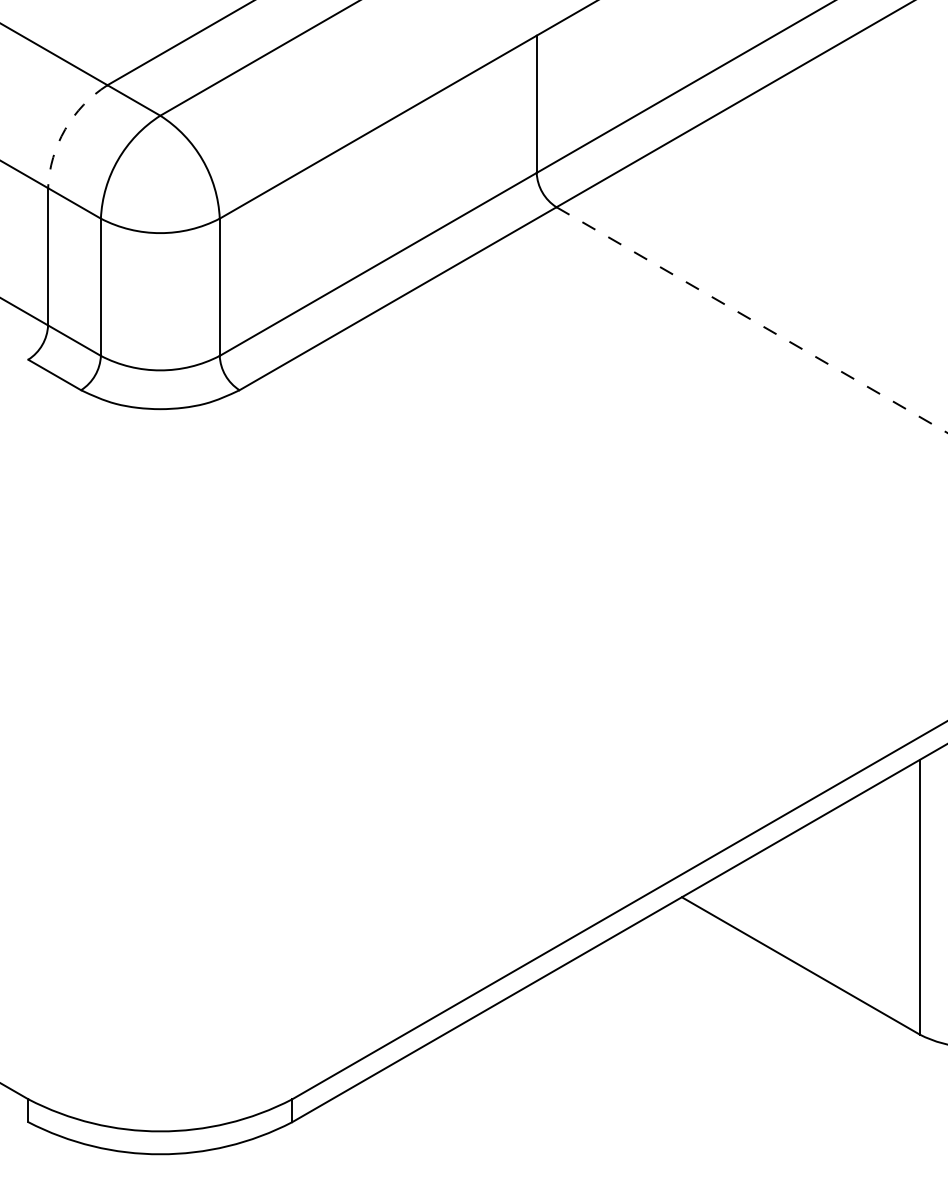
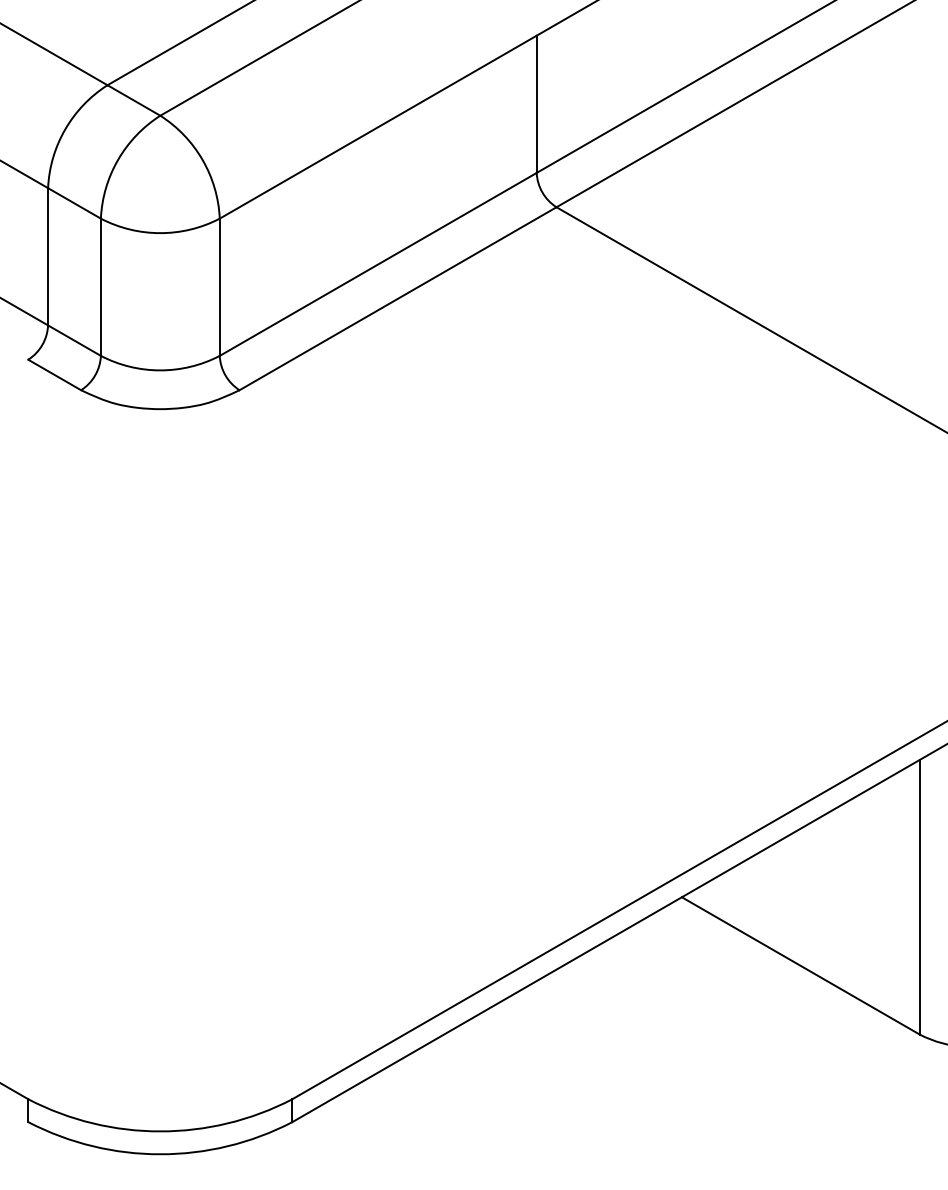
arc at (65, 129): dashed -> solid
line at (752, 320): dashed -> solid
